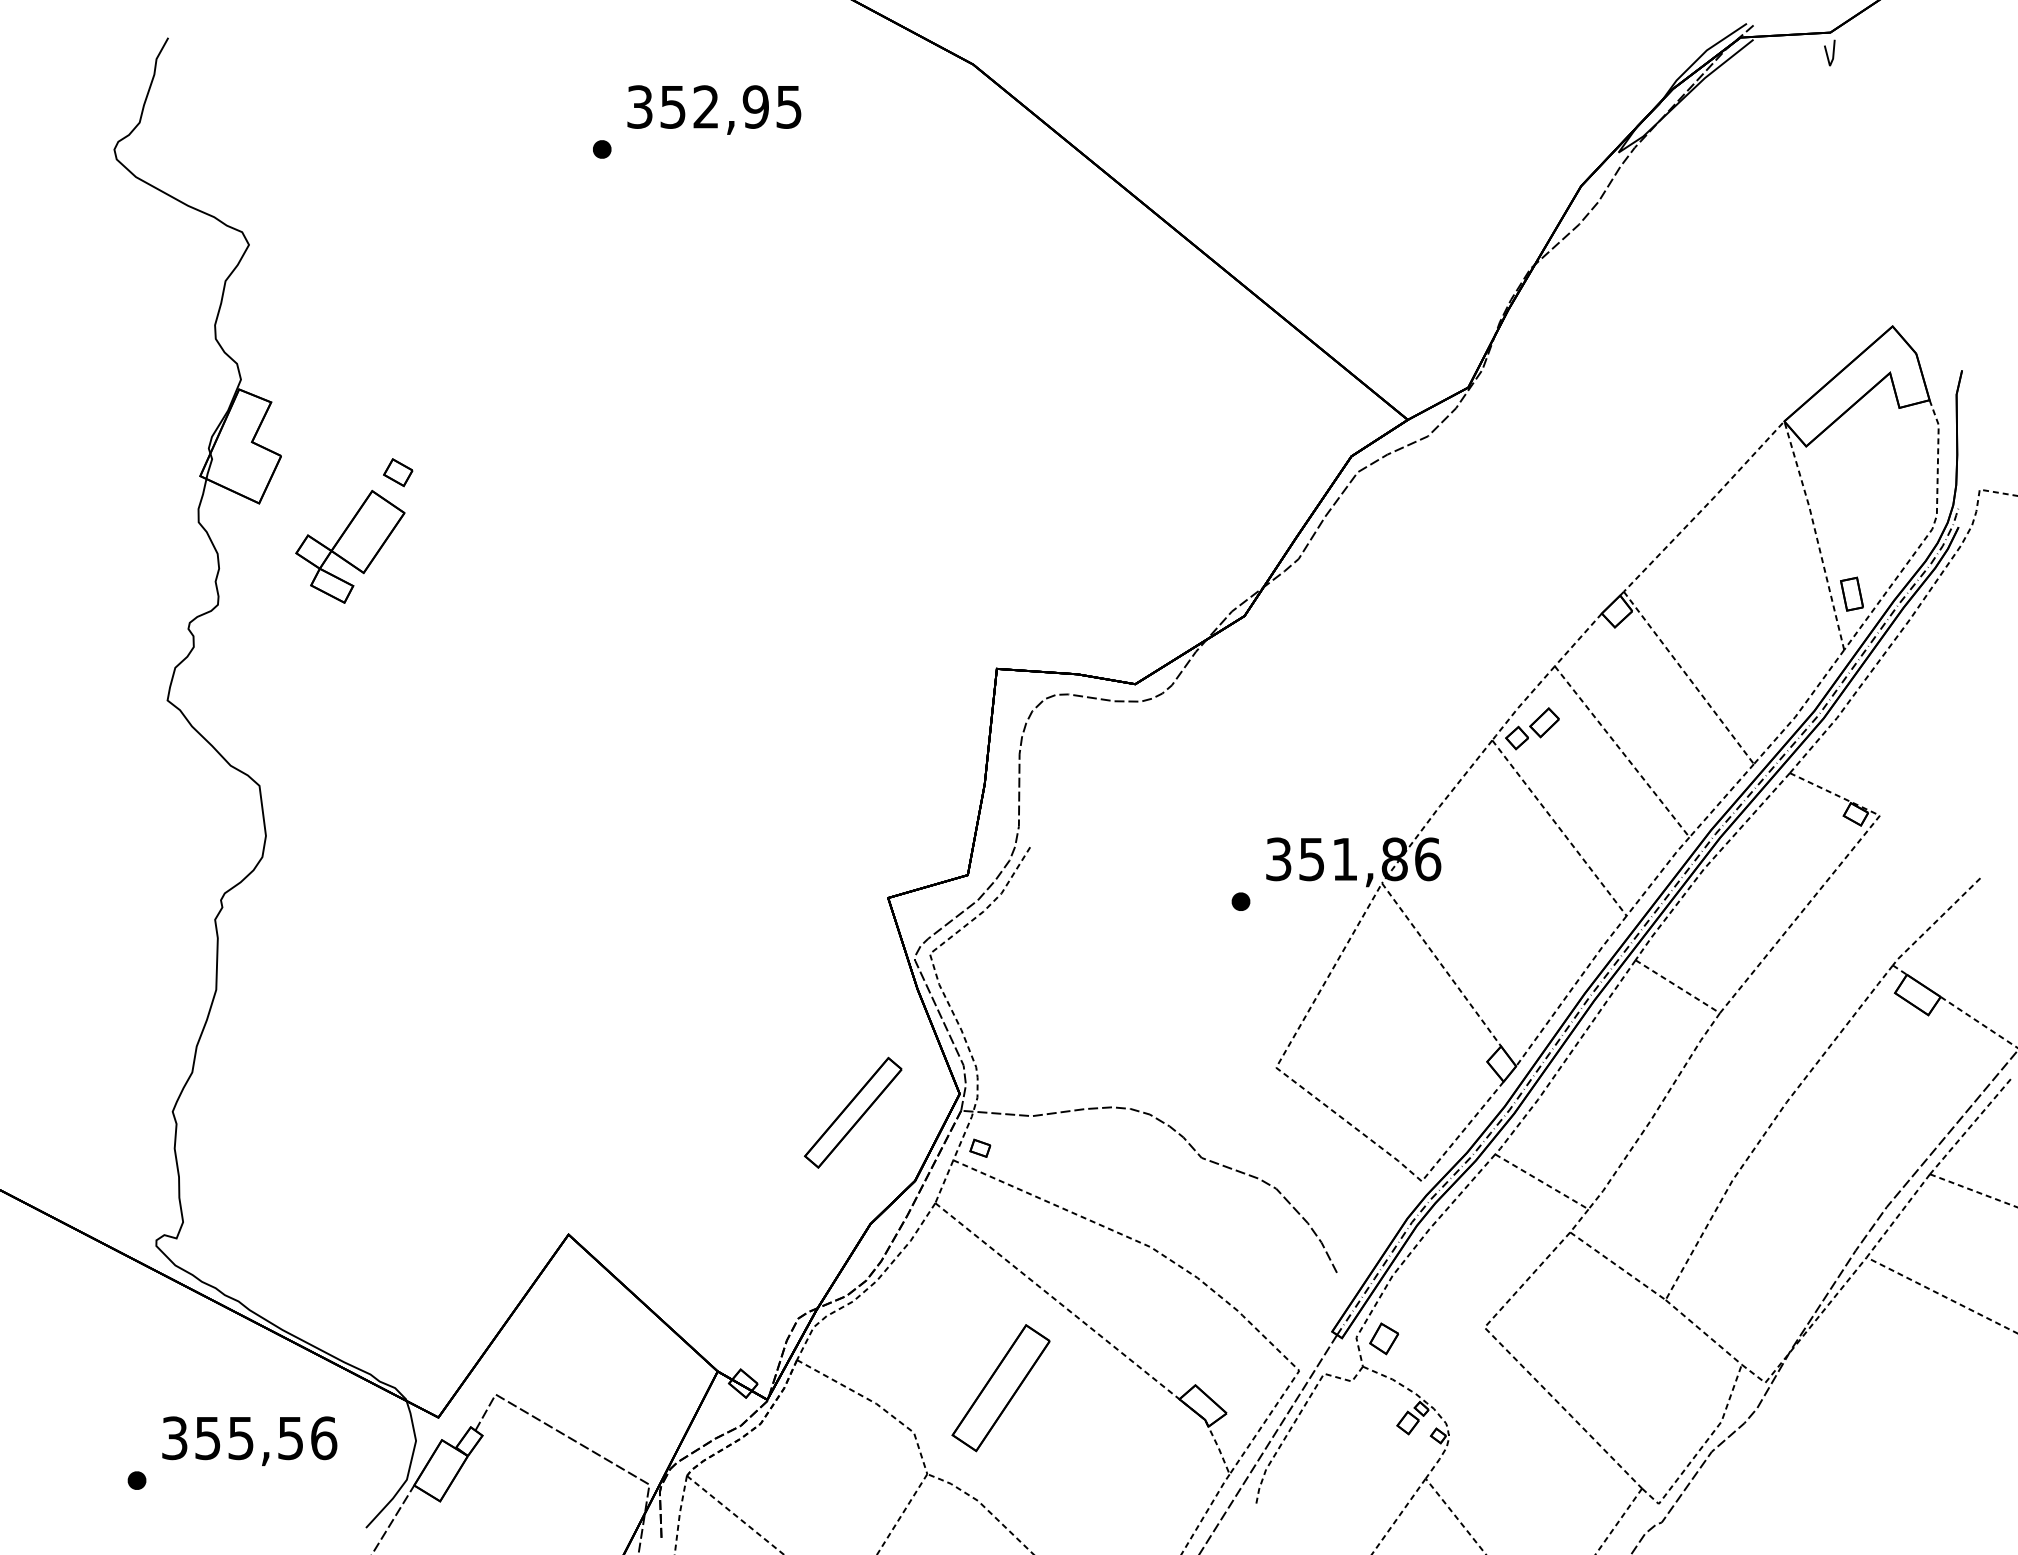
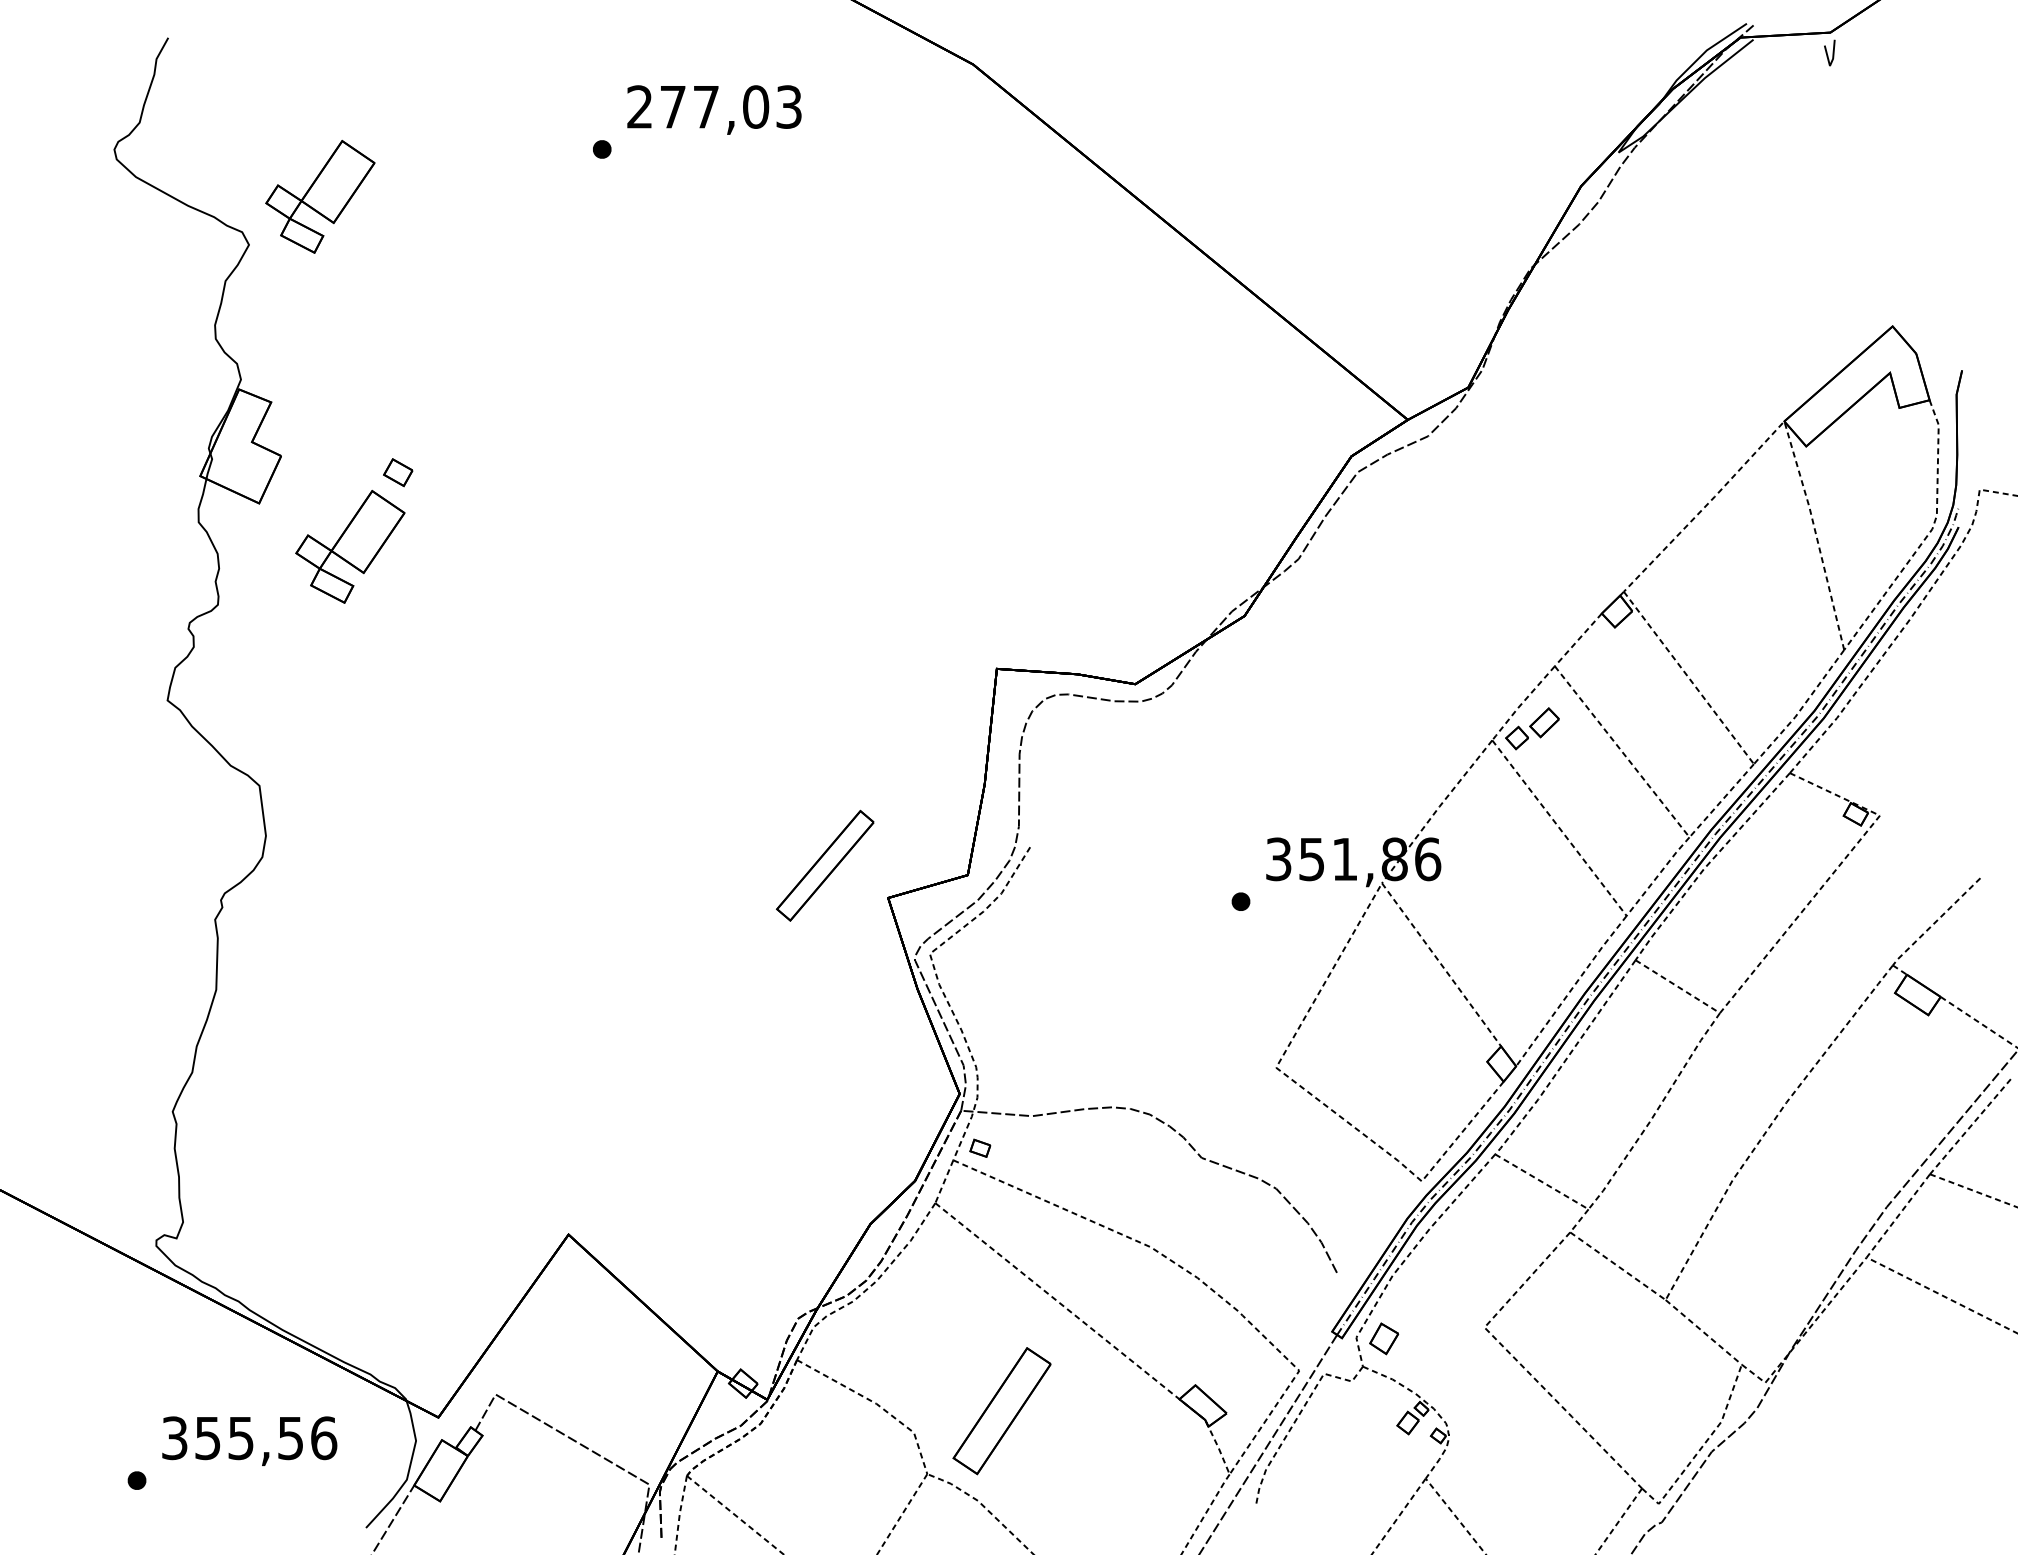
text at (714, 106): 352,95 -> 277,03
part at (320, 196): none -> present
part at (1851, 593): present -> none
part at (853, 1112) position: (853, 1112) -> (825, 865)
part at (1000, 1388) position: (1000, 1388) -> (1001, 1411)
